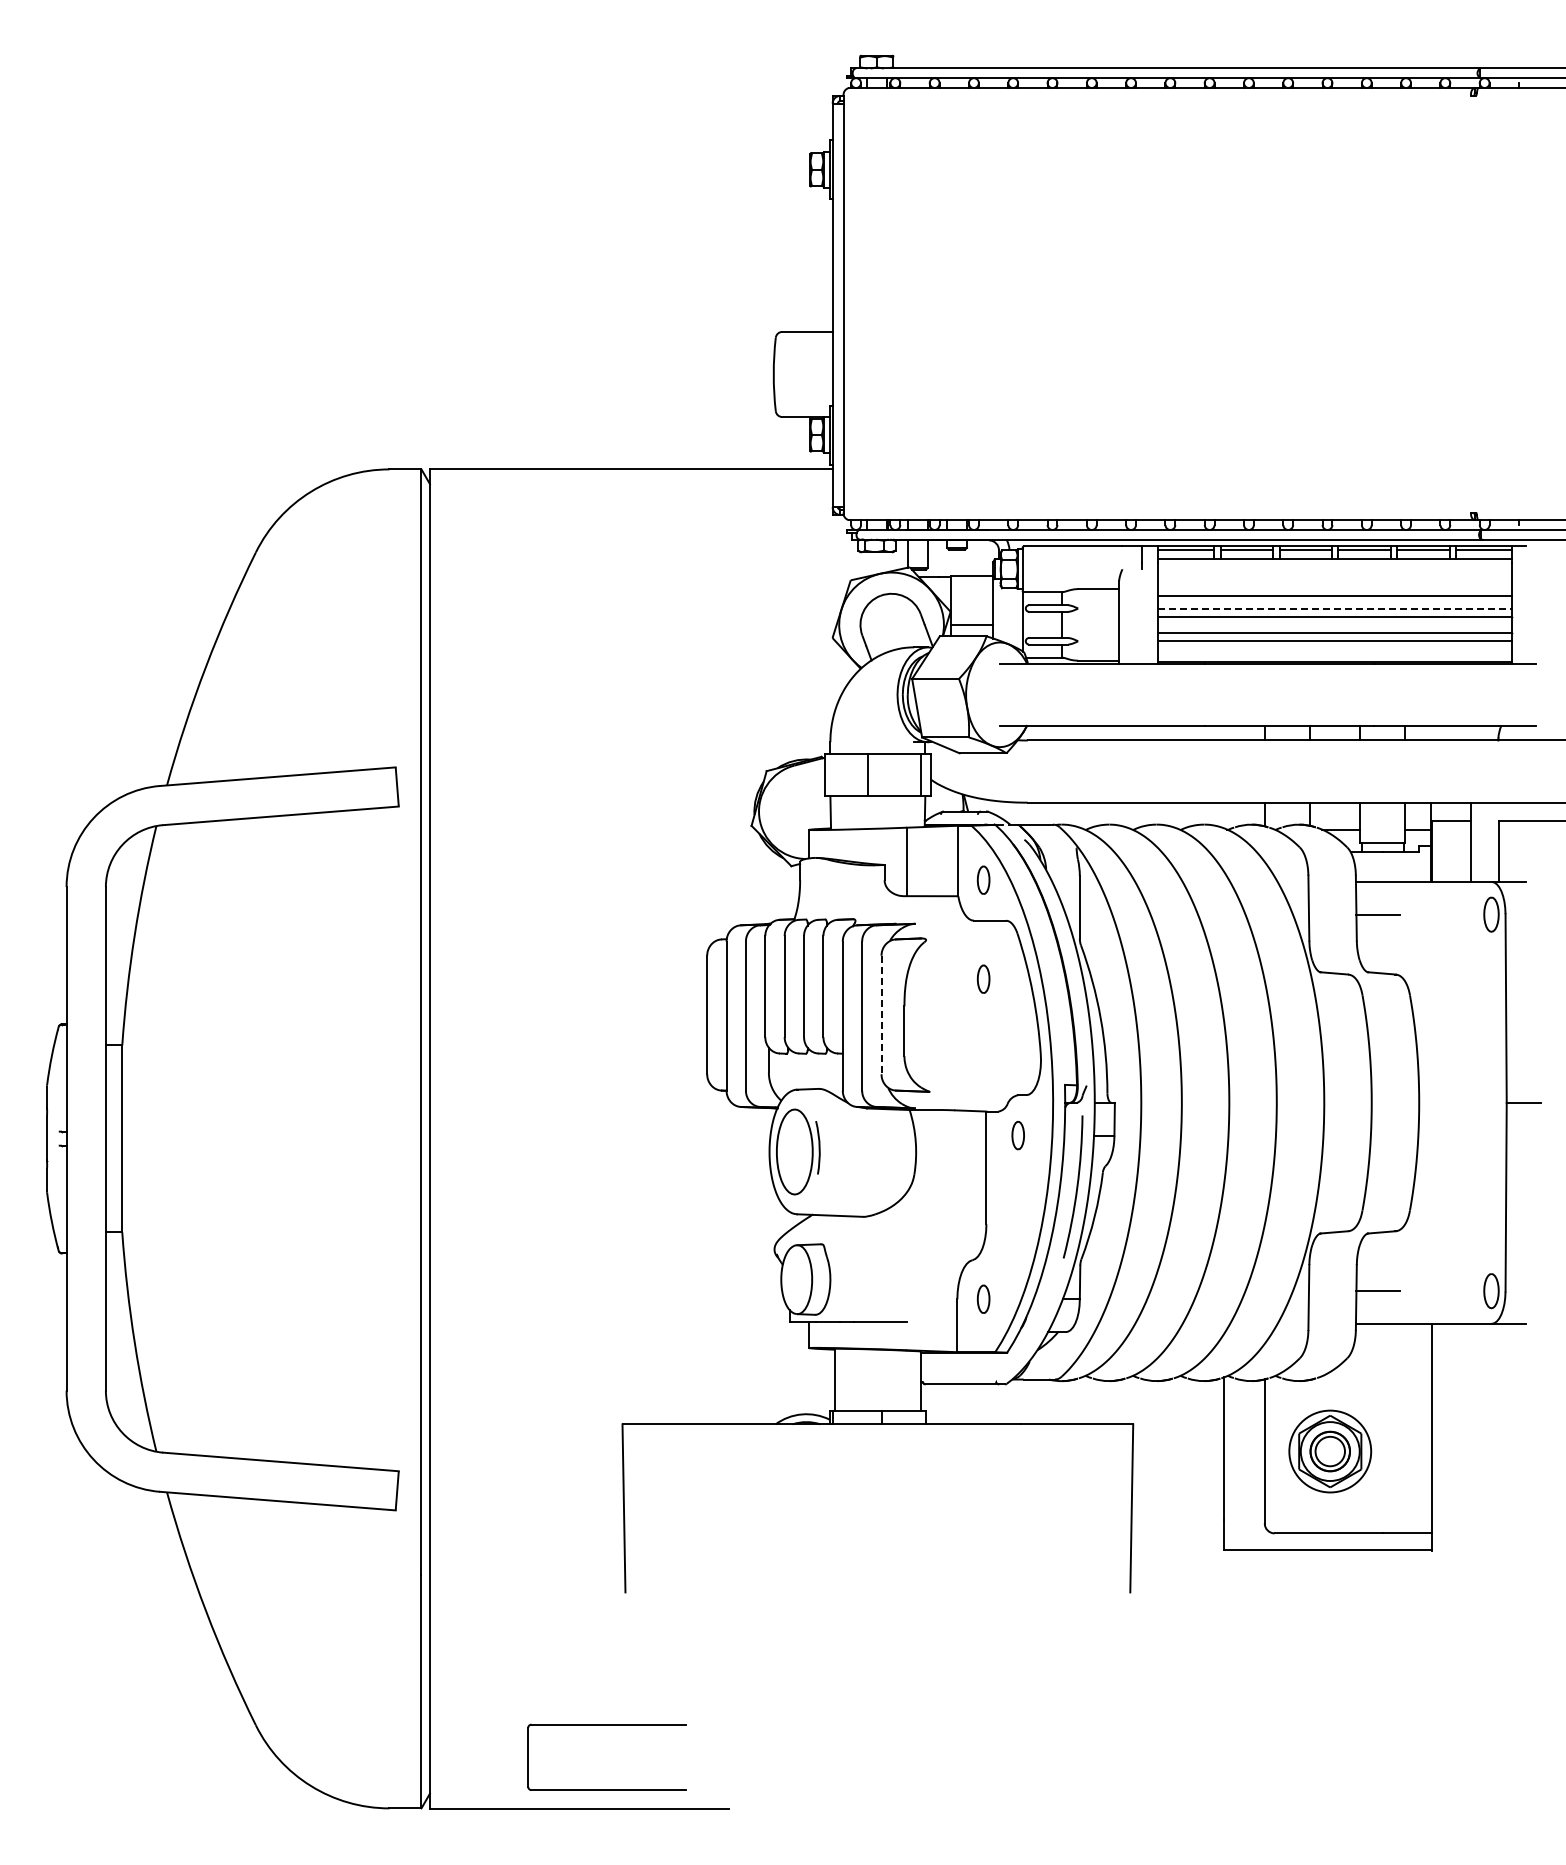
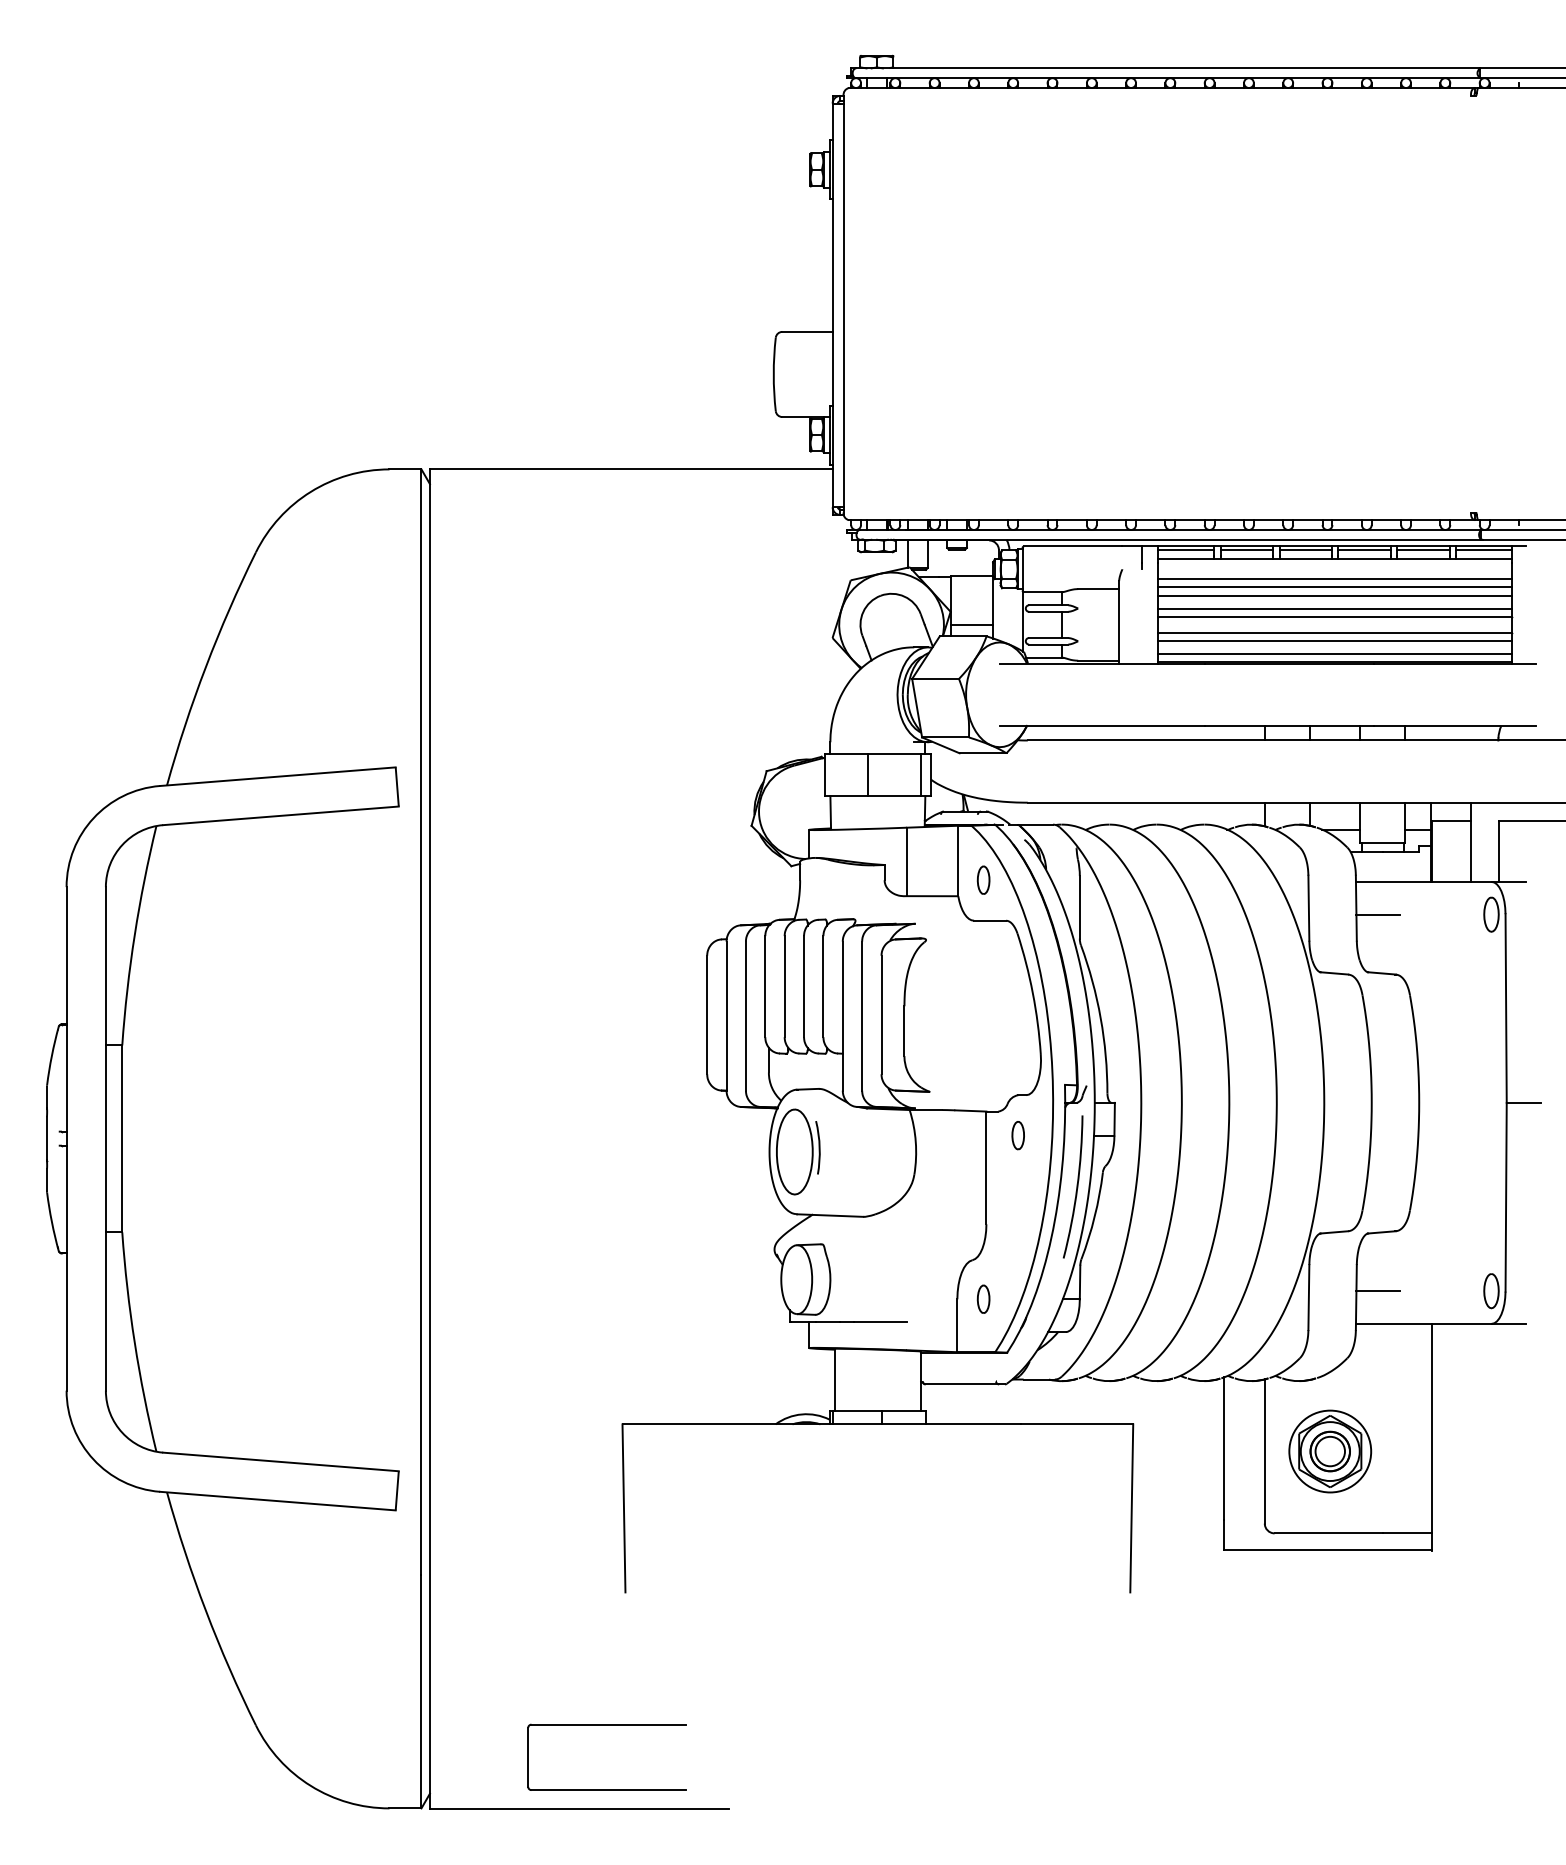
line at (1334, 579): none -> present
line at (1334, 587): none -> present
line at (1335, 608): dashed -> solid
line at (1334, 654): none -> present
part at (983, 978): present -> none
line at (881, 1015): dashed -> solid
